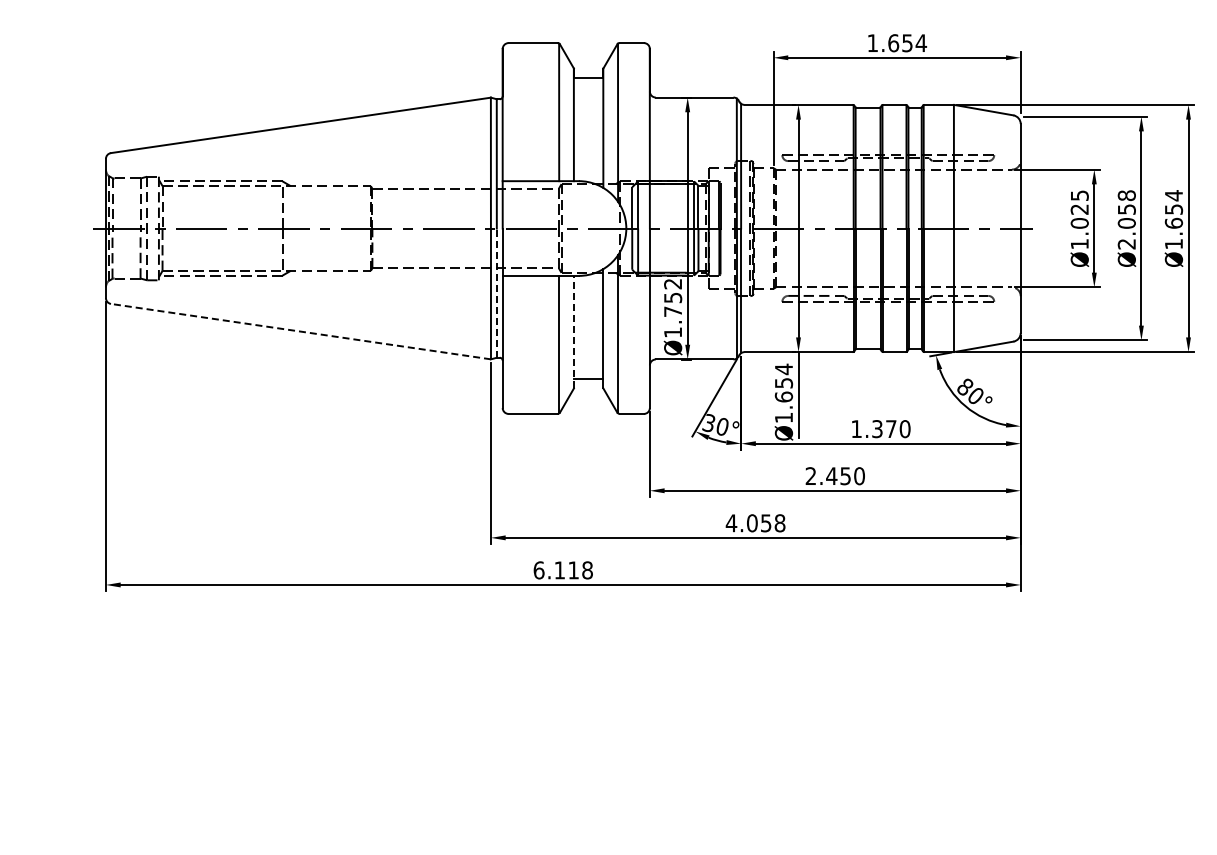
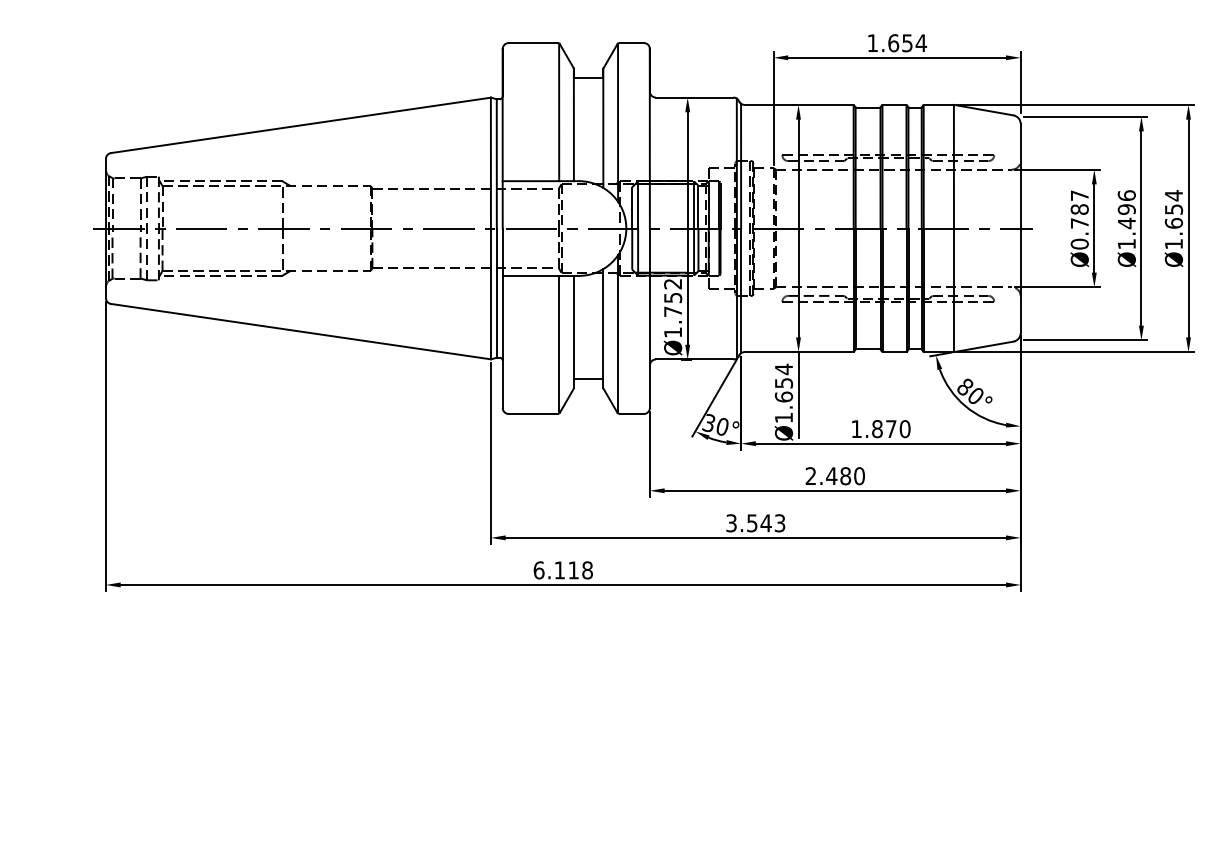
text at (1079, 219): Ø1.025 -> Ø0.787
text at (1126, 219): Ø2.058 -> Ø1.496
line at (496, 293): dashed -> solid
line at (300, 331): dashed -> solid
line at (573, 331): dashed -> solid
text at (877, 429): 1.370 -> 1.870
text at (845, 476): 2.450 -> 2.480
text at (755, 523): 4.058 -> 3.543
